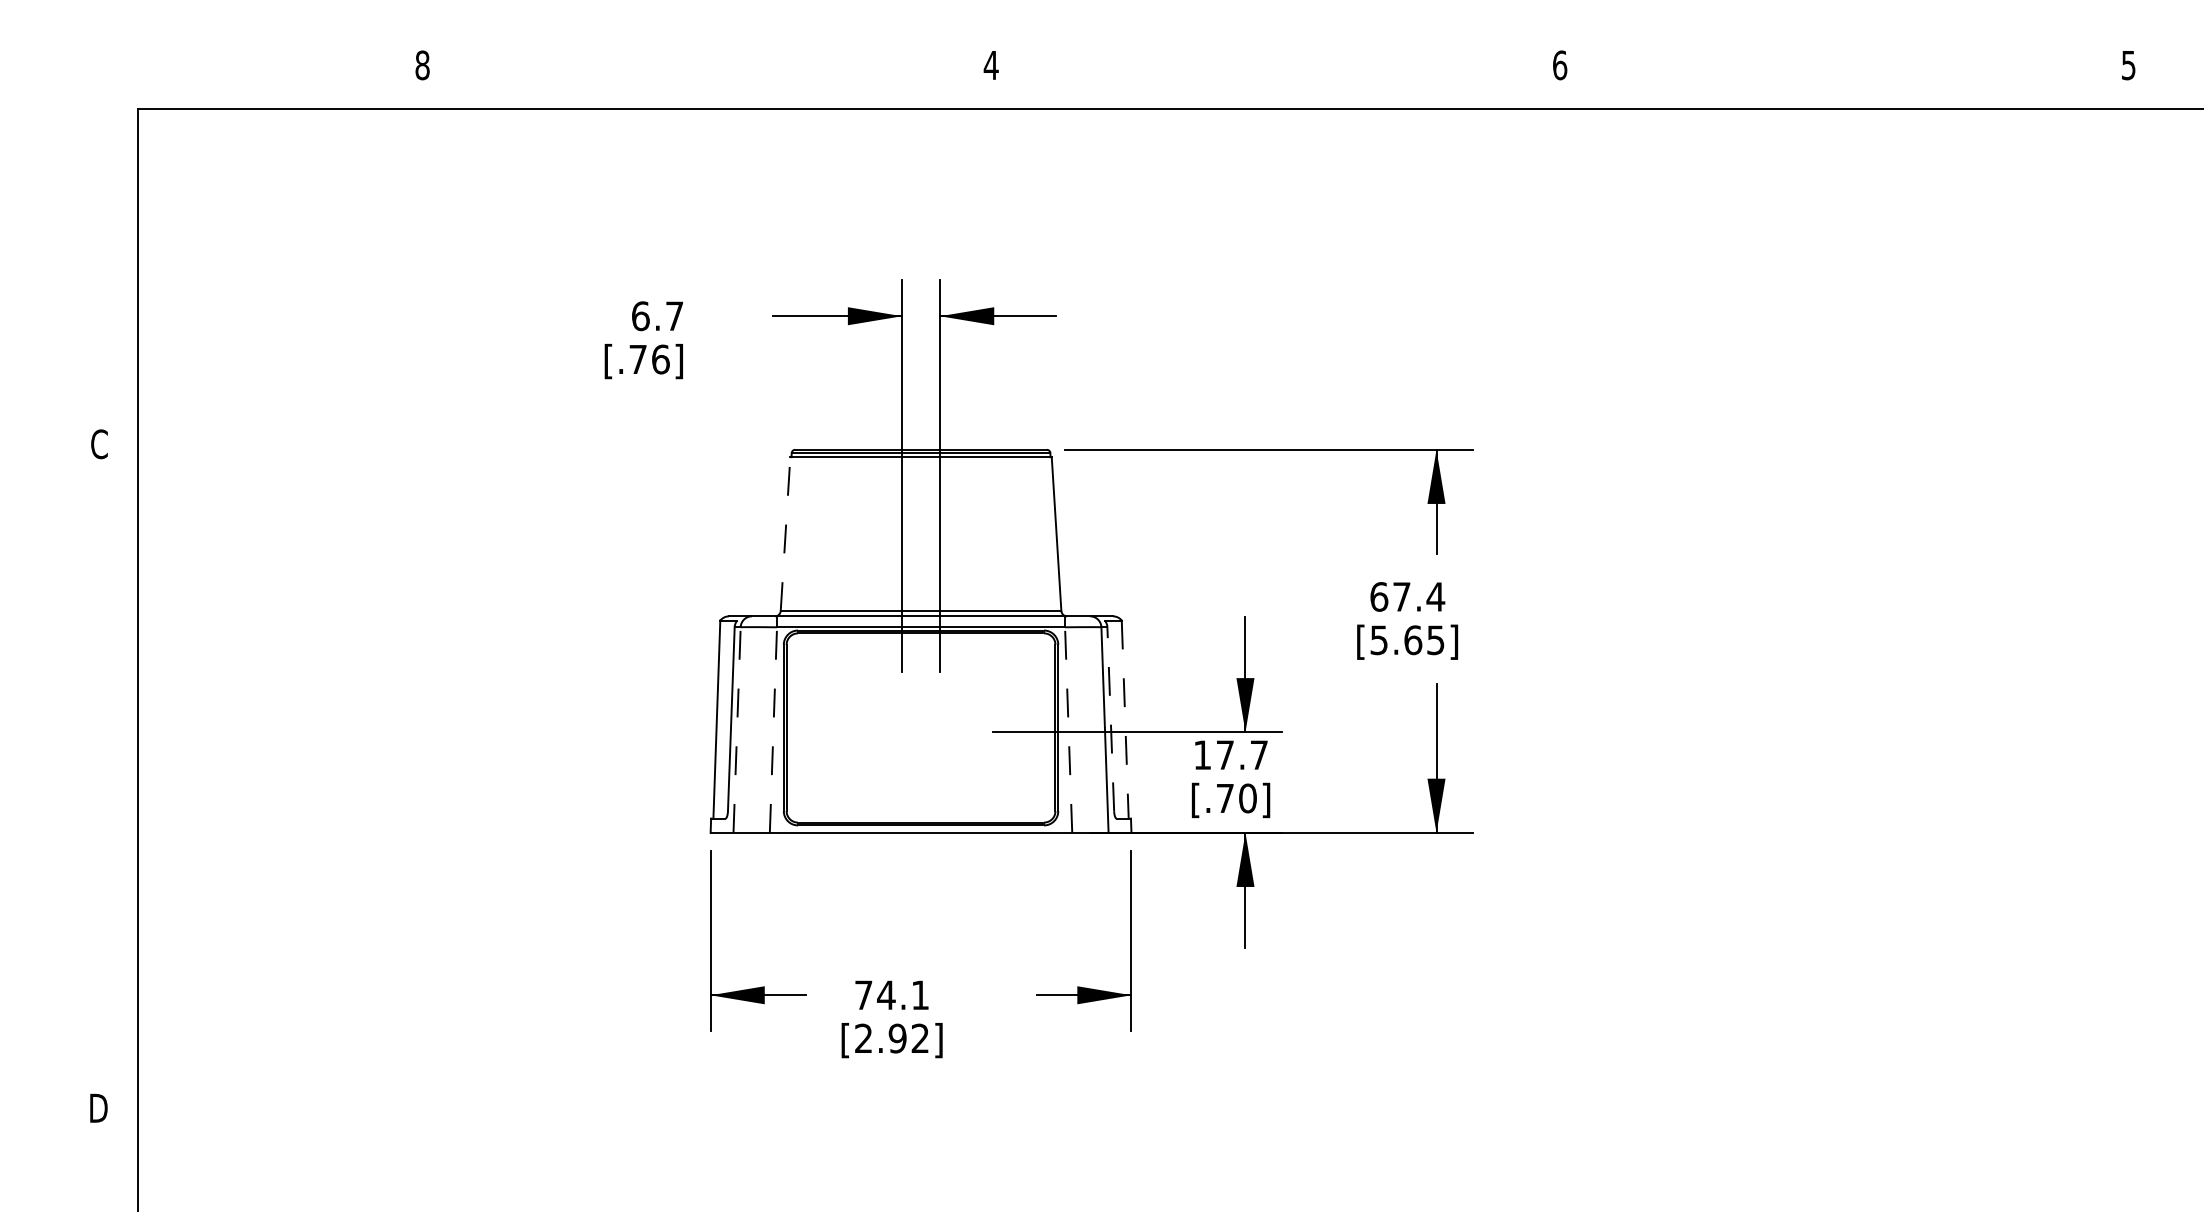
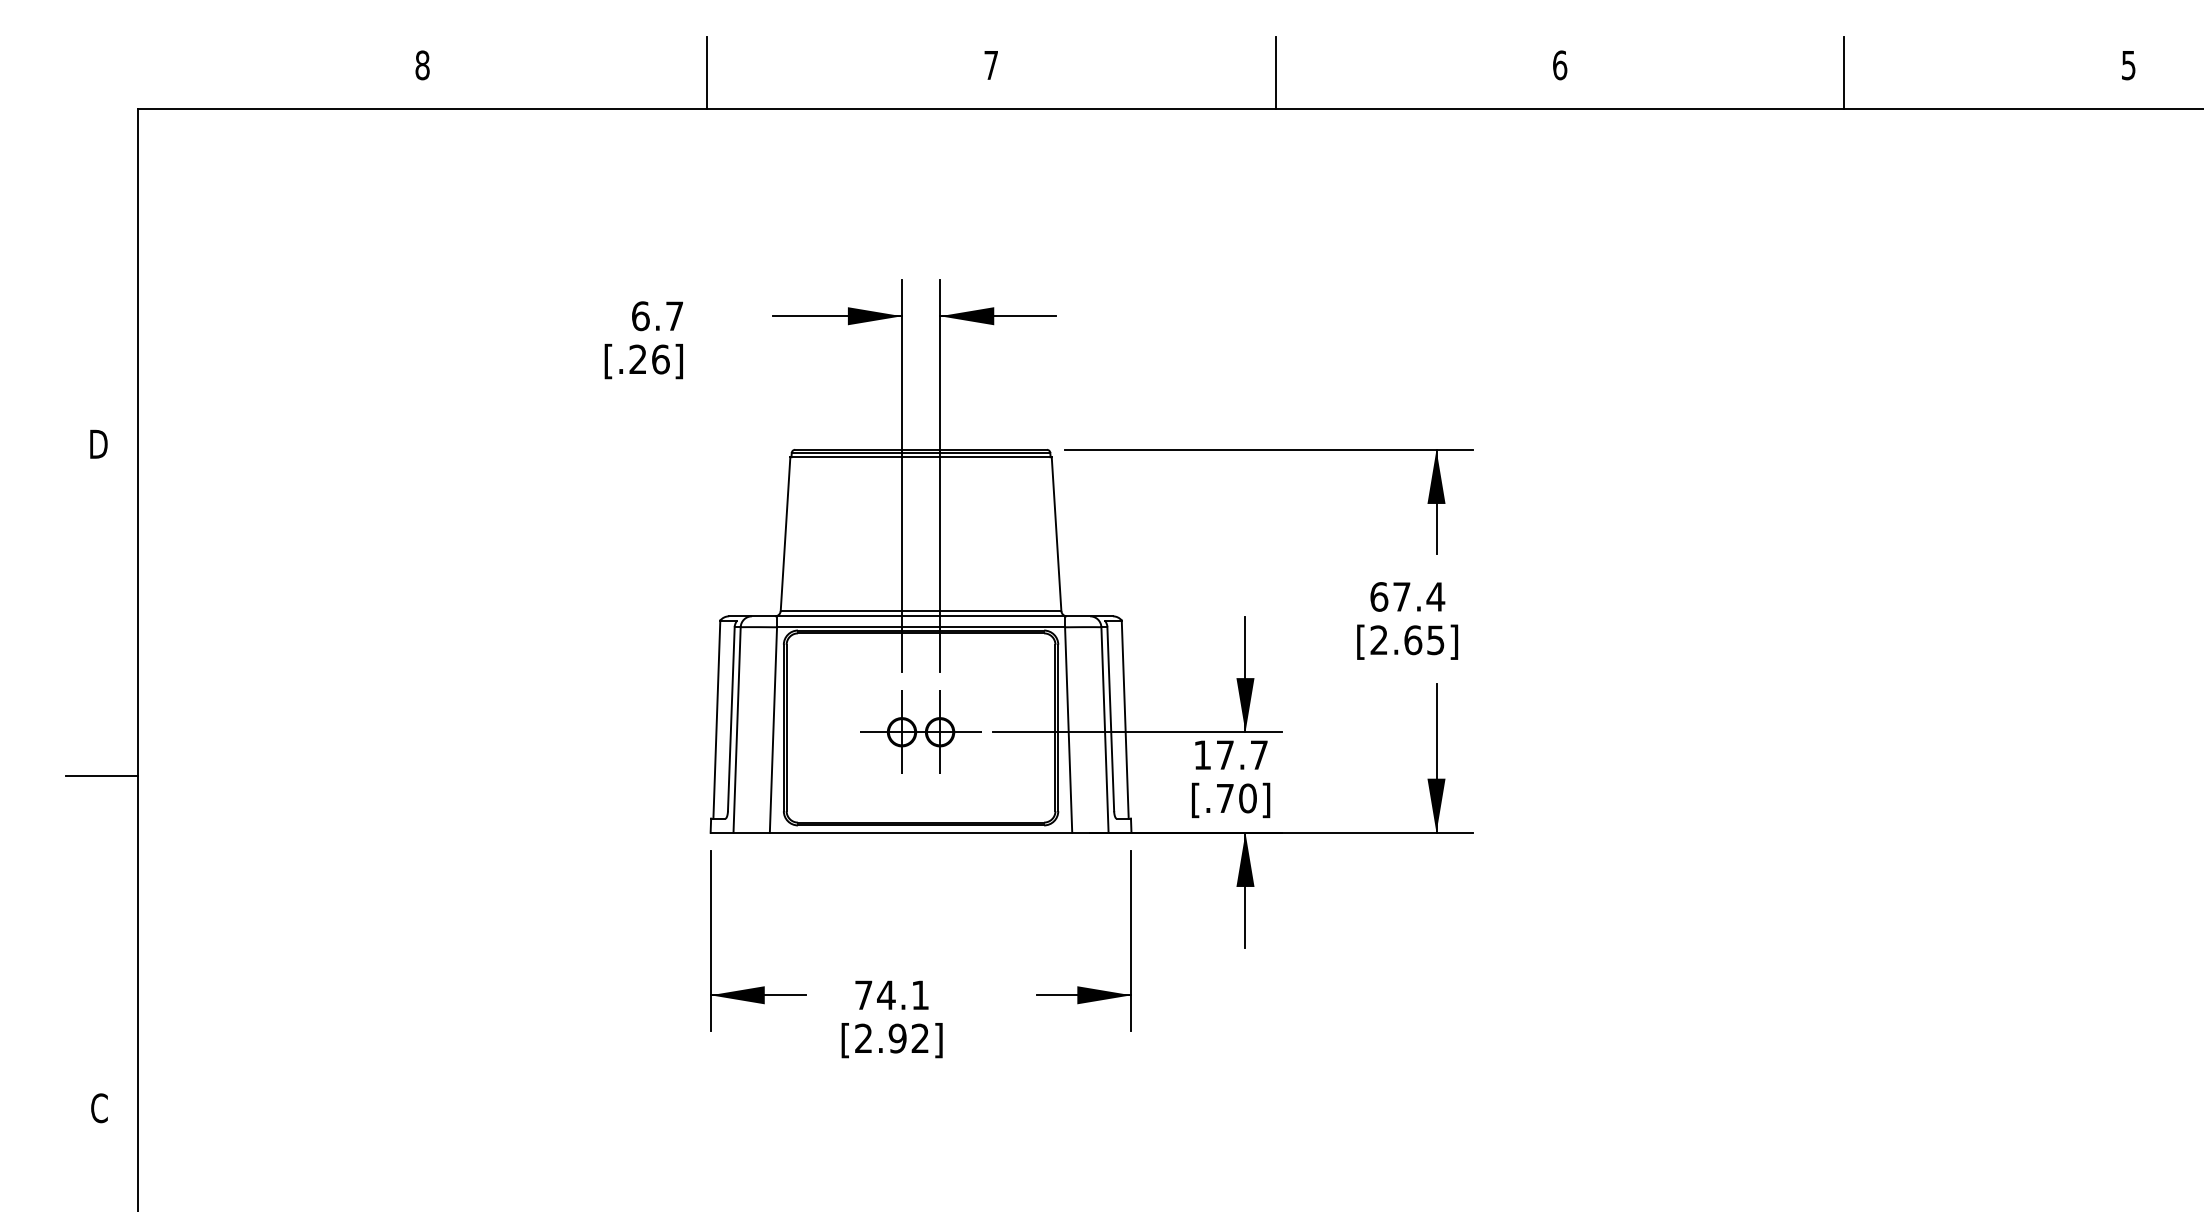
text at (990, 65): 4 -> 7
line at (707, 72): none -> present
line at (1275, 72): none -> present
line at (1844, 72): none -> present
text at (637, 358): [.76] -> [.26]
text at (98, 444): C -> D
line at (785, 533): dashed -> solid
text at (1378, 640): [5.65] -> [2.65]
line at (1110, 718): dashed -> solid
line at (1125, 720): dashed -> solid
line at (737, 730): dashed -> solid
line at (773, 730): dashed -> solid
line at (1068, 730): dashed -> solid
part at (920, 731): none -> present
line at (102, 776): none -> present
text at (98, 1108): D -> C
